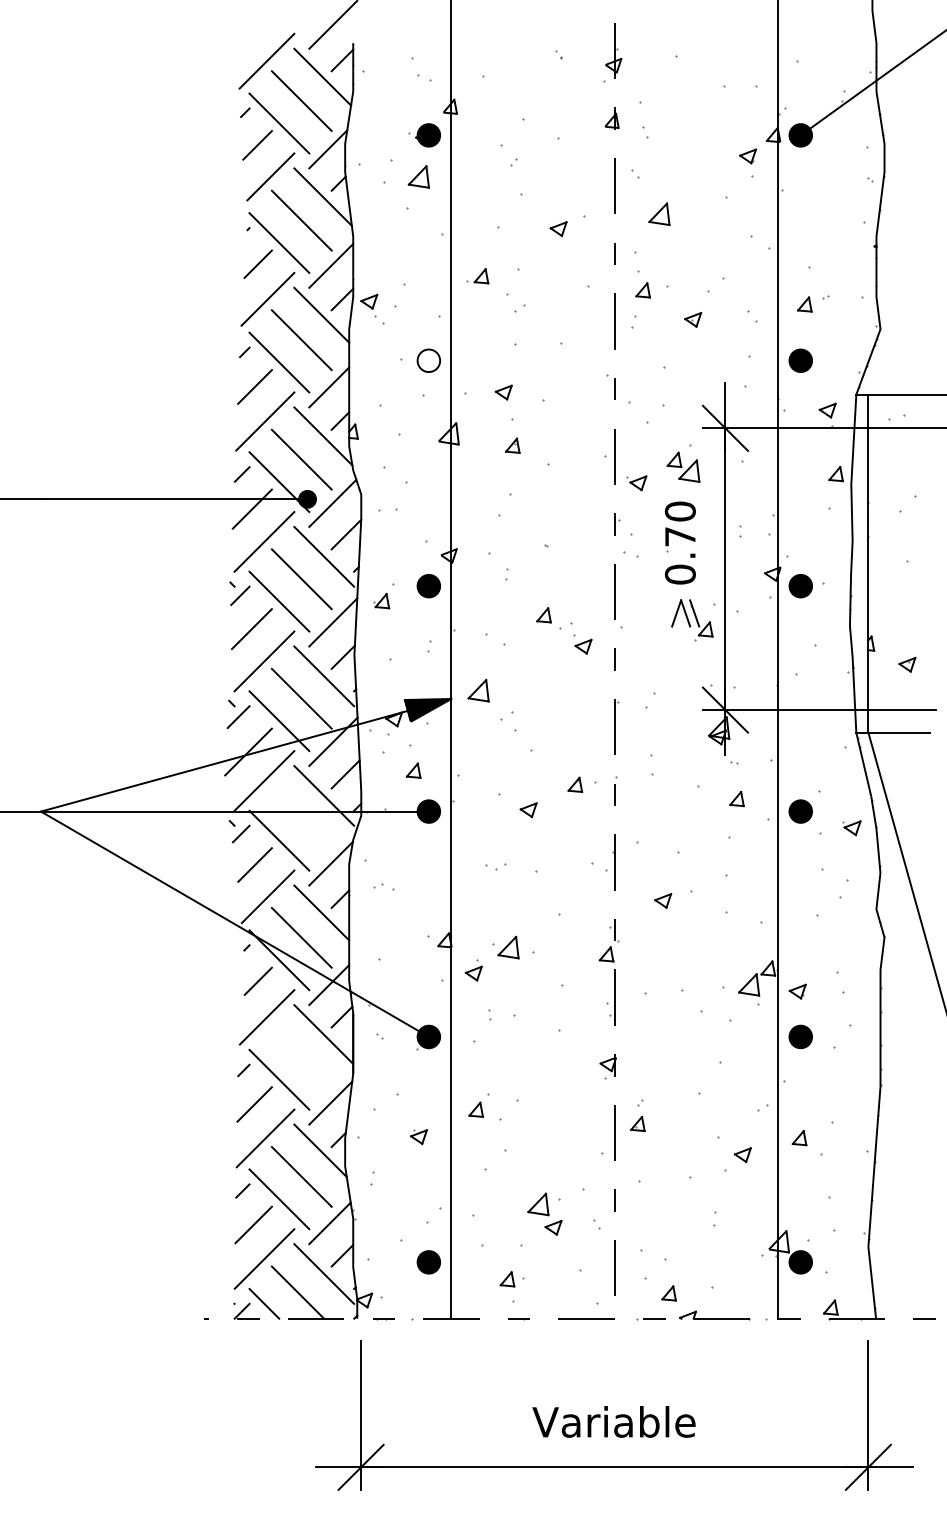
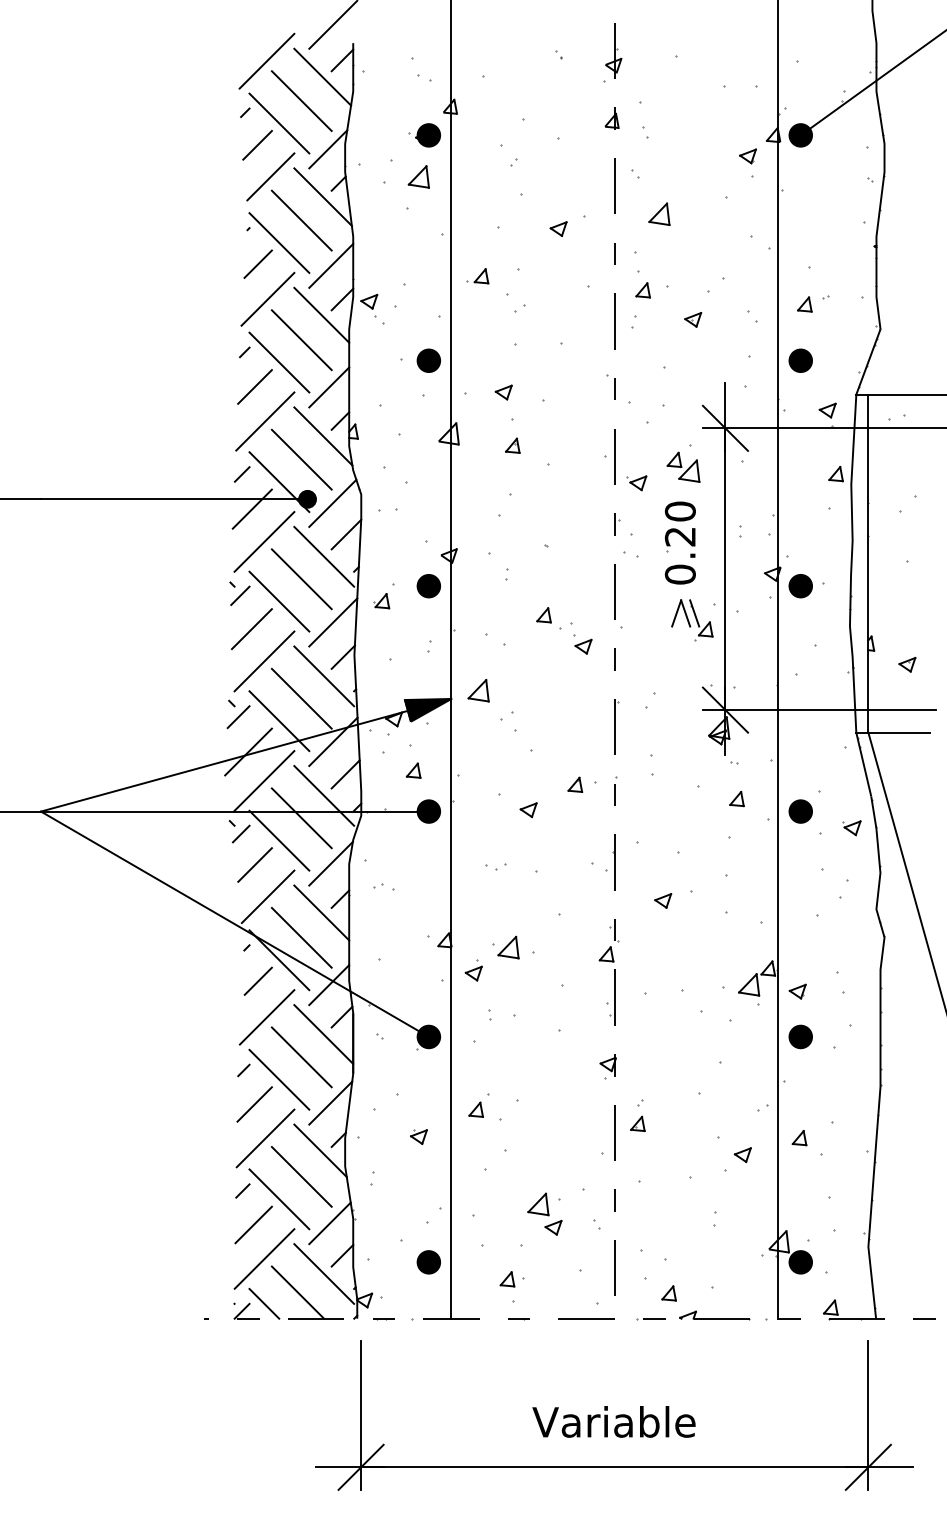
fill at (428, 360): none -> present
text at (679, 536): 0.70 -> 0.20
line at (301, 818): none -> present
line at (301, 1057): none -> present
